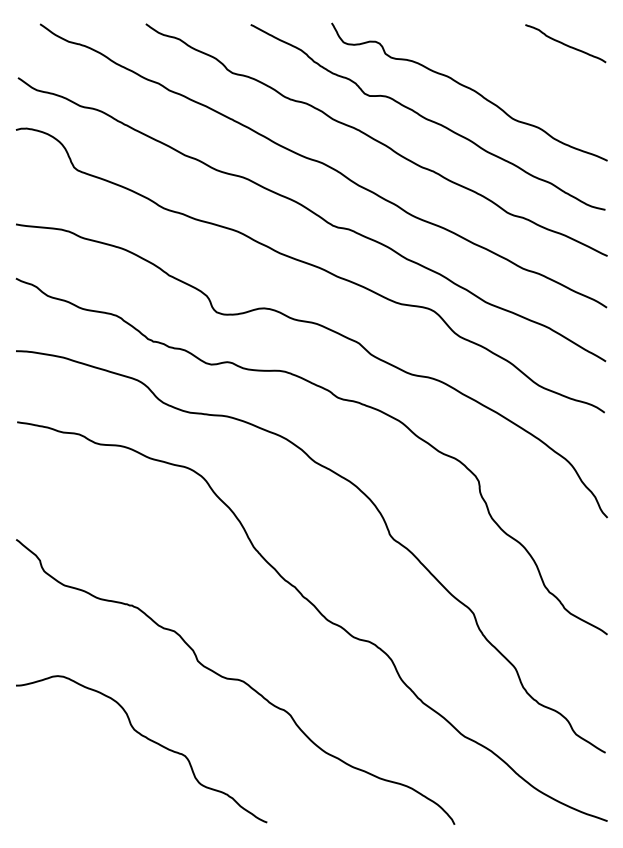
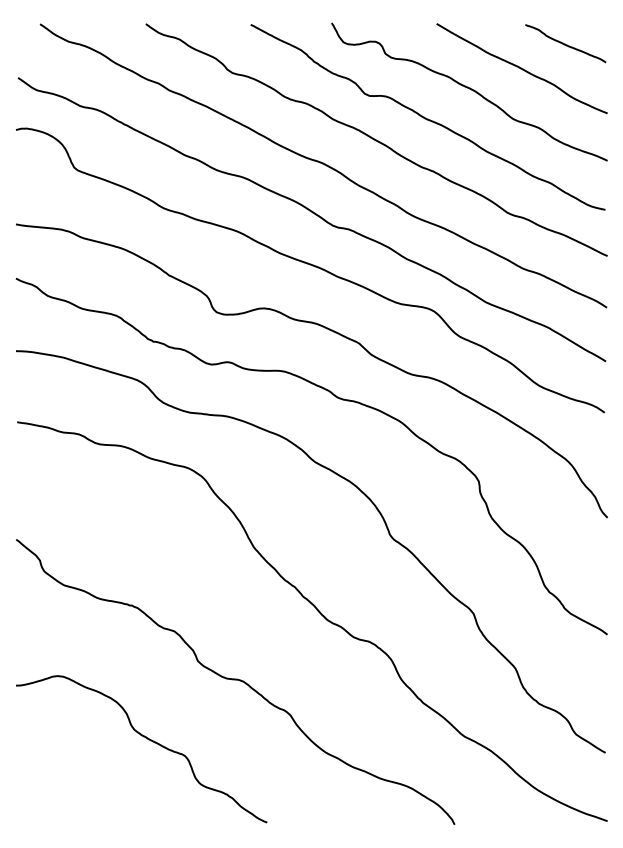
curve at (521, 68): none -> present
